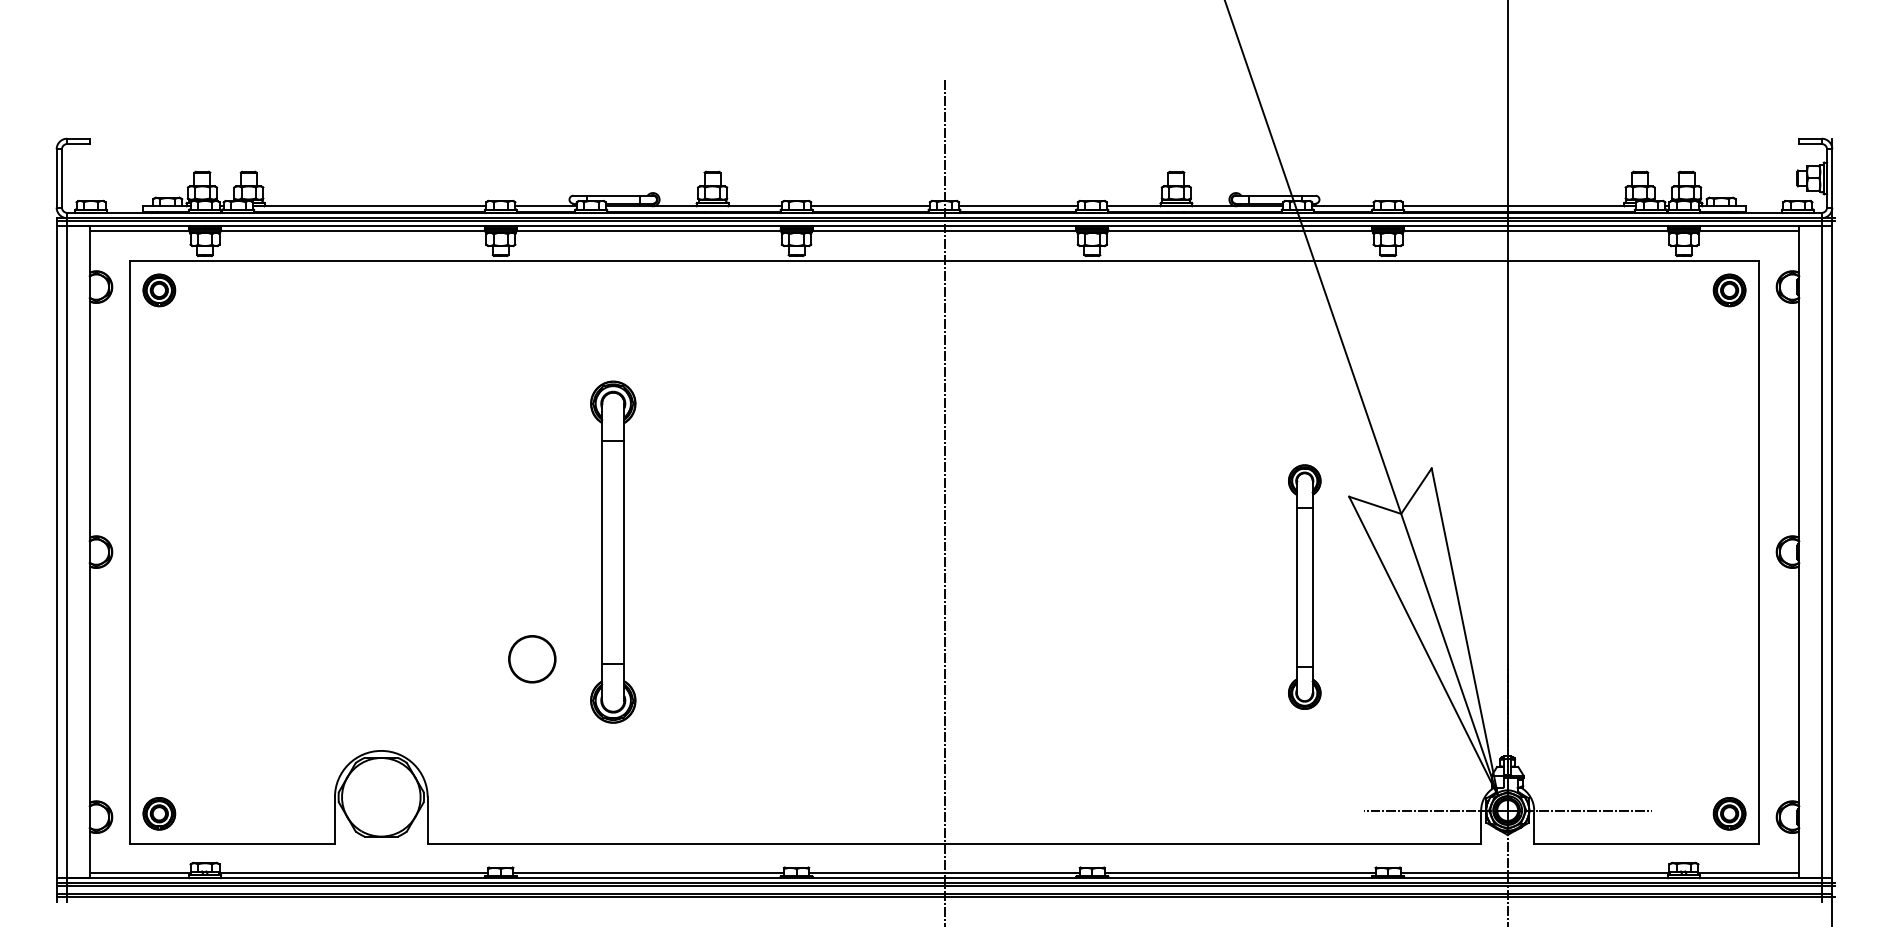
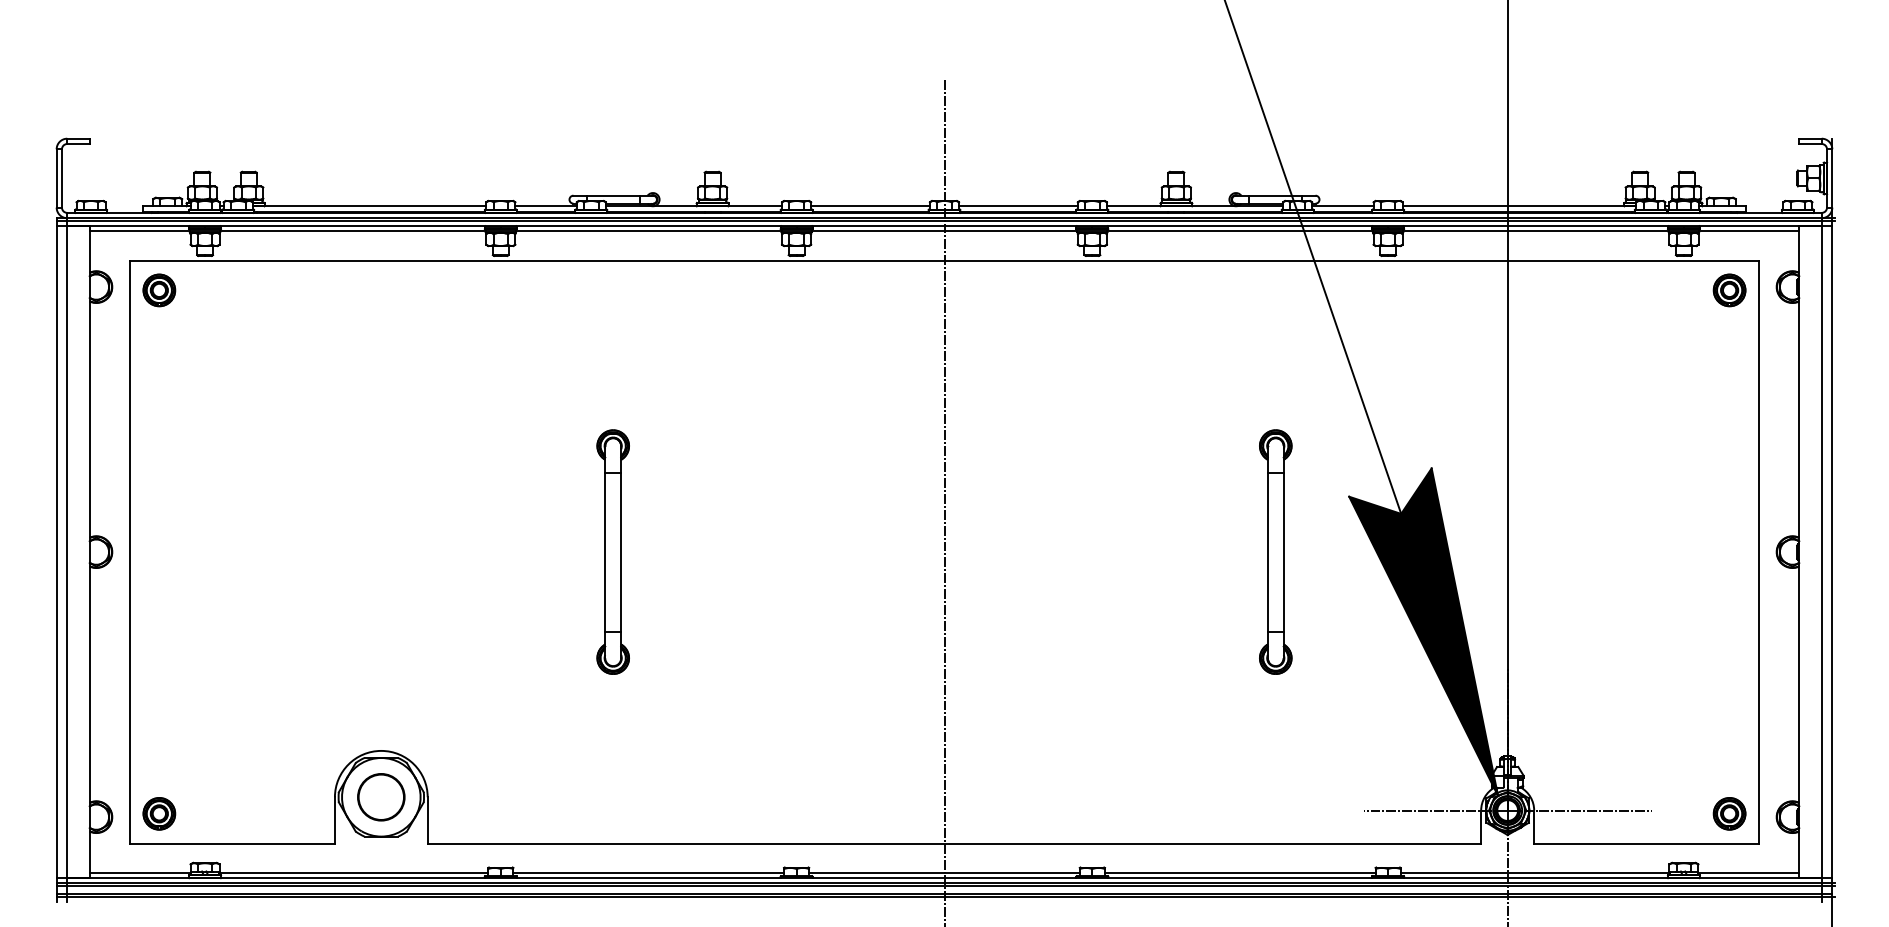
part at (613, 551) size: 47x344 px -> 34x246 px
part at (1304, 586) position: (1304, 586) -> (1275, 551)
fill at (1423, 631): none -> present
circle at (532, 659) position: (532, 659) -> (381, 797)
